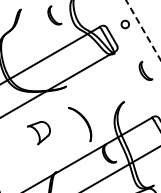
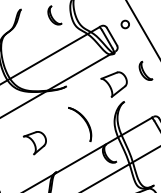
line at (143, 30): dashed -> solid
part at (113, 84): none -> present
part at (38, 133) position: (38, 133) -> (34, 143)
